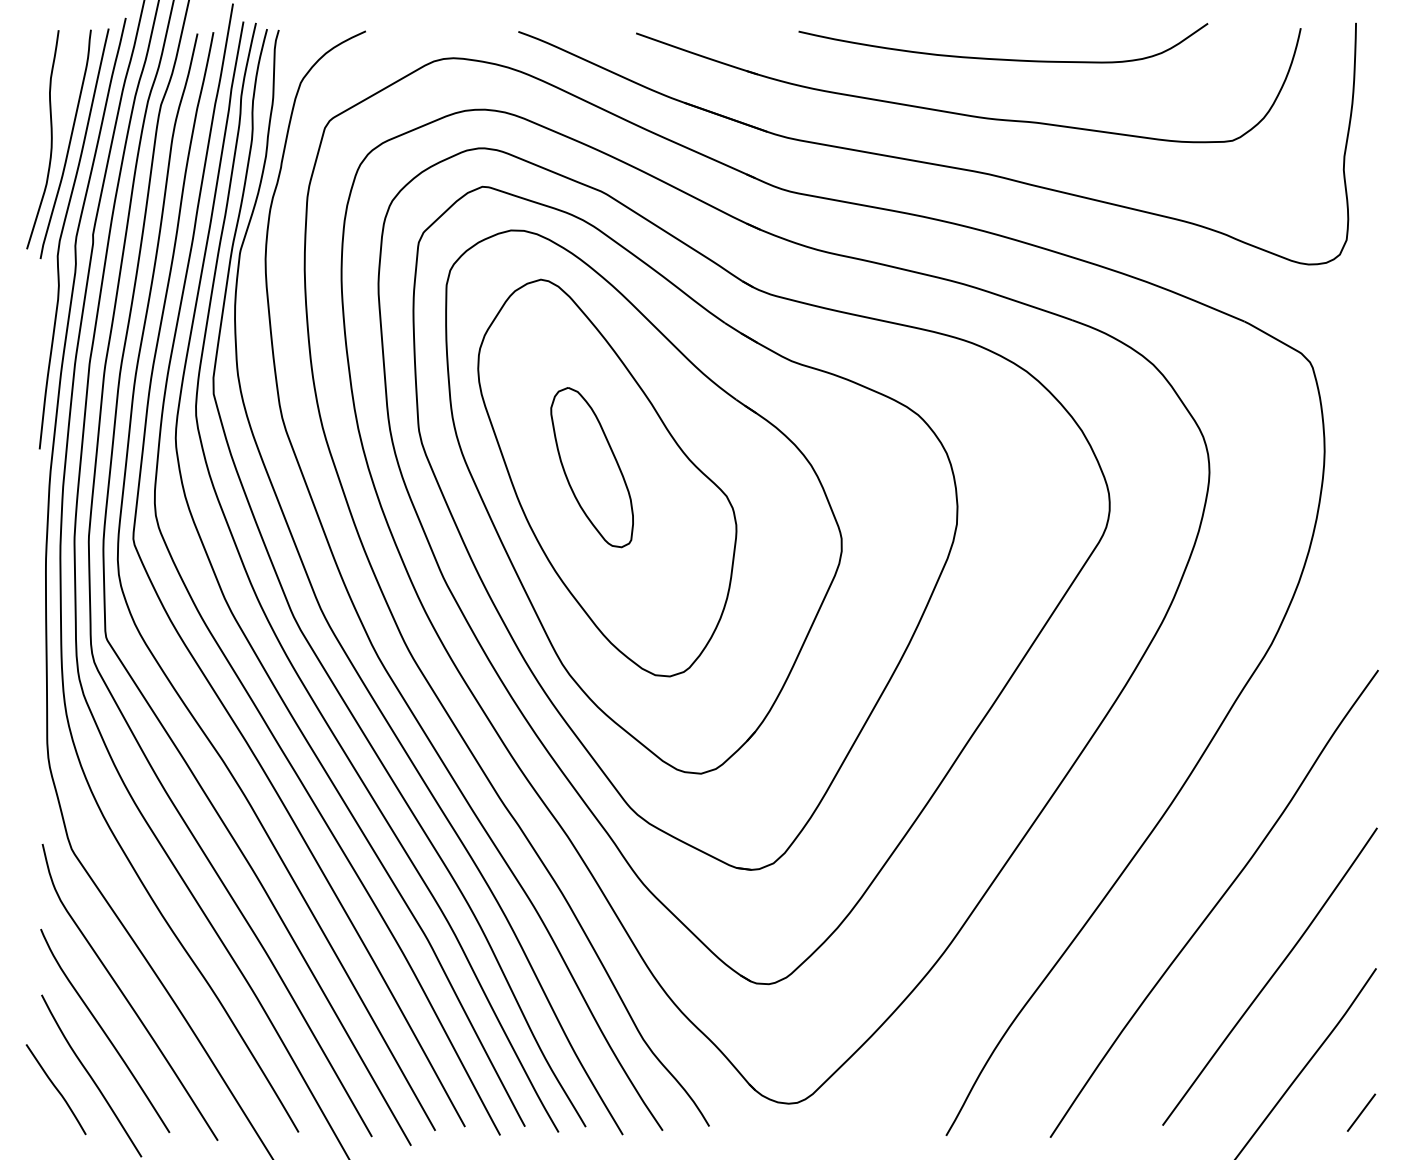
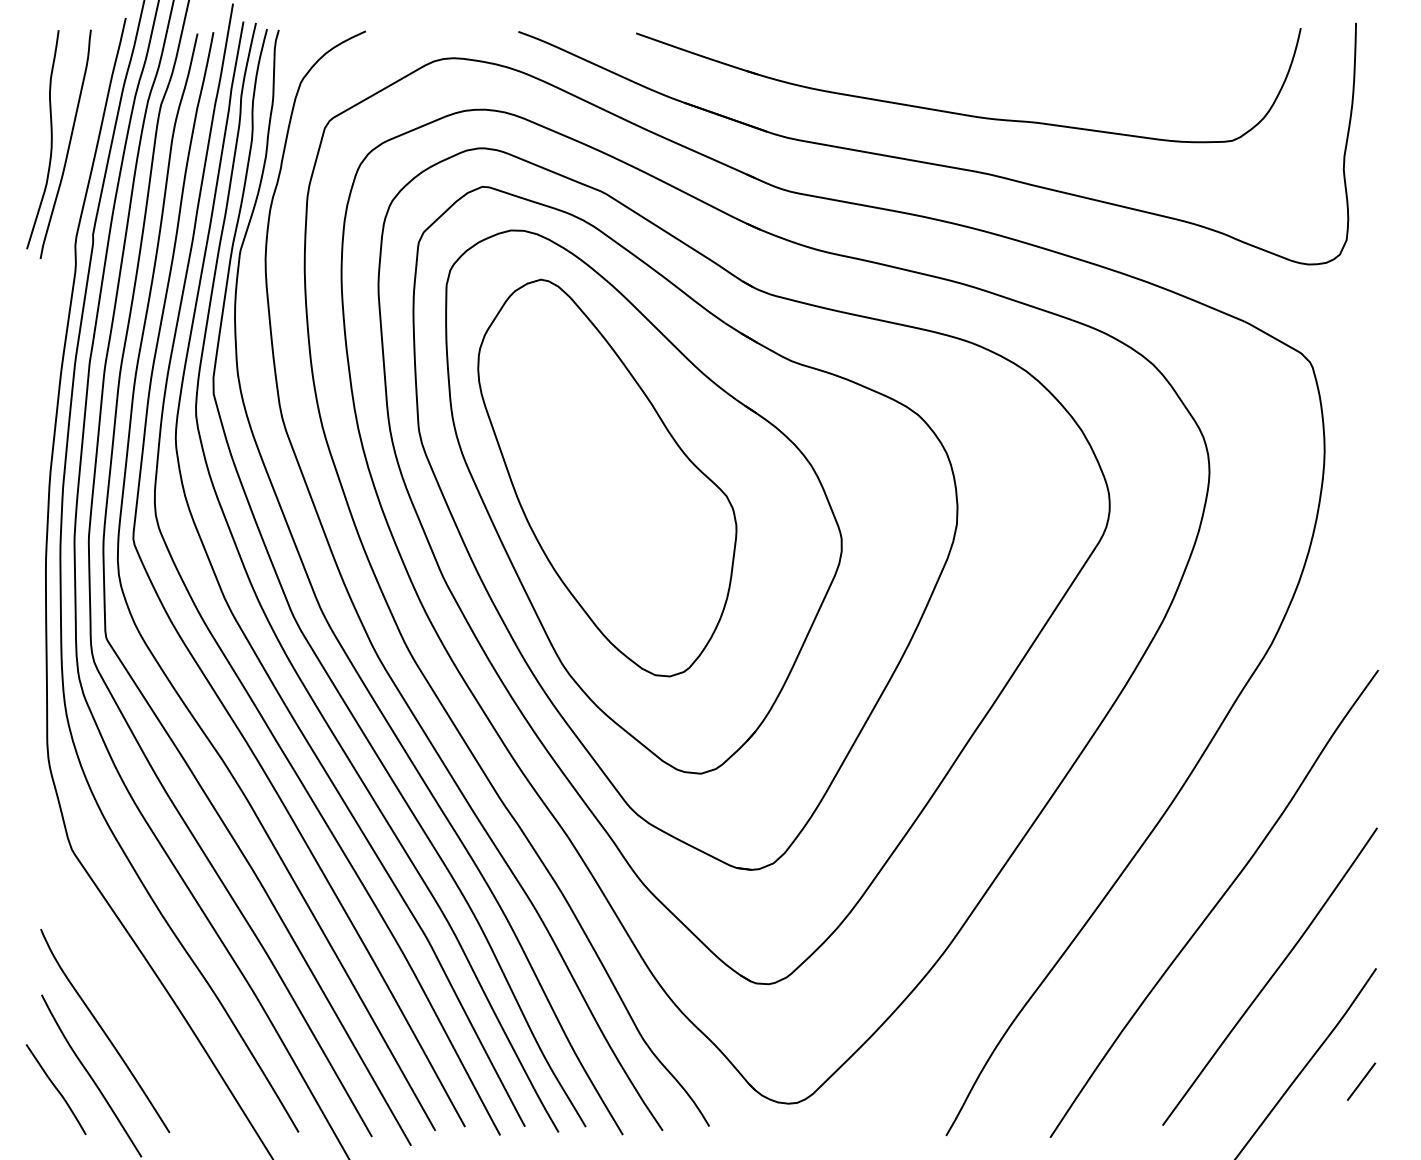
curve at (1003, 58): present -> none
curve at (62, 234): present -> none
part at (591, 467): present -> none
curve at (125, 995): present -> none
line at (1361, 1112) position: (1361, 1112) -> (1361, 1081)
